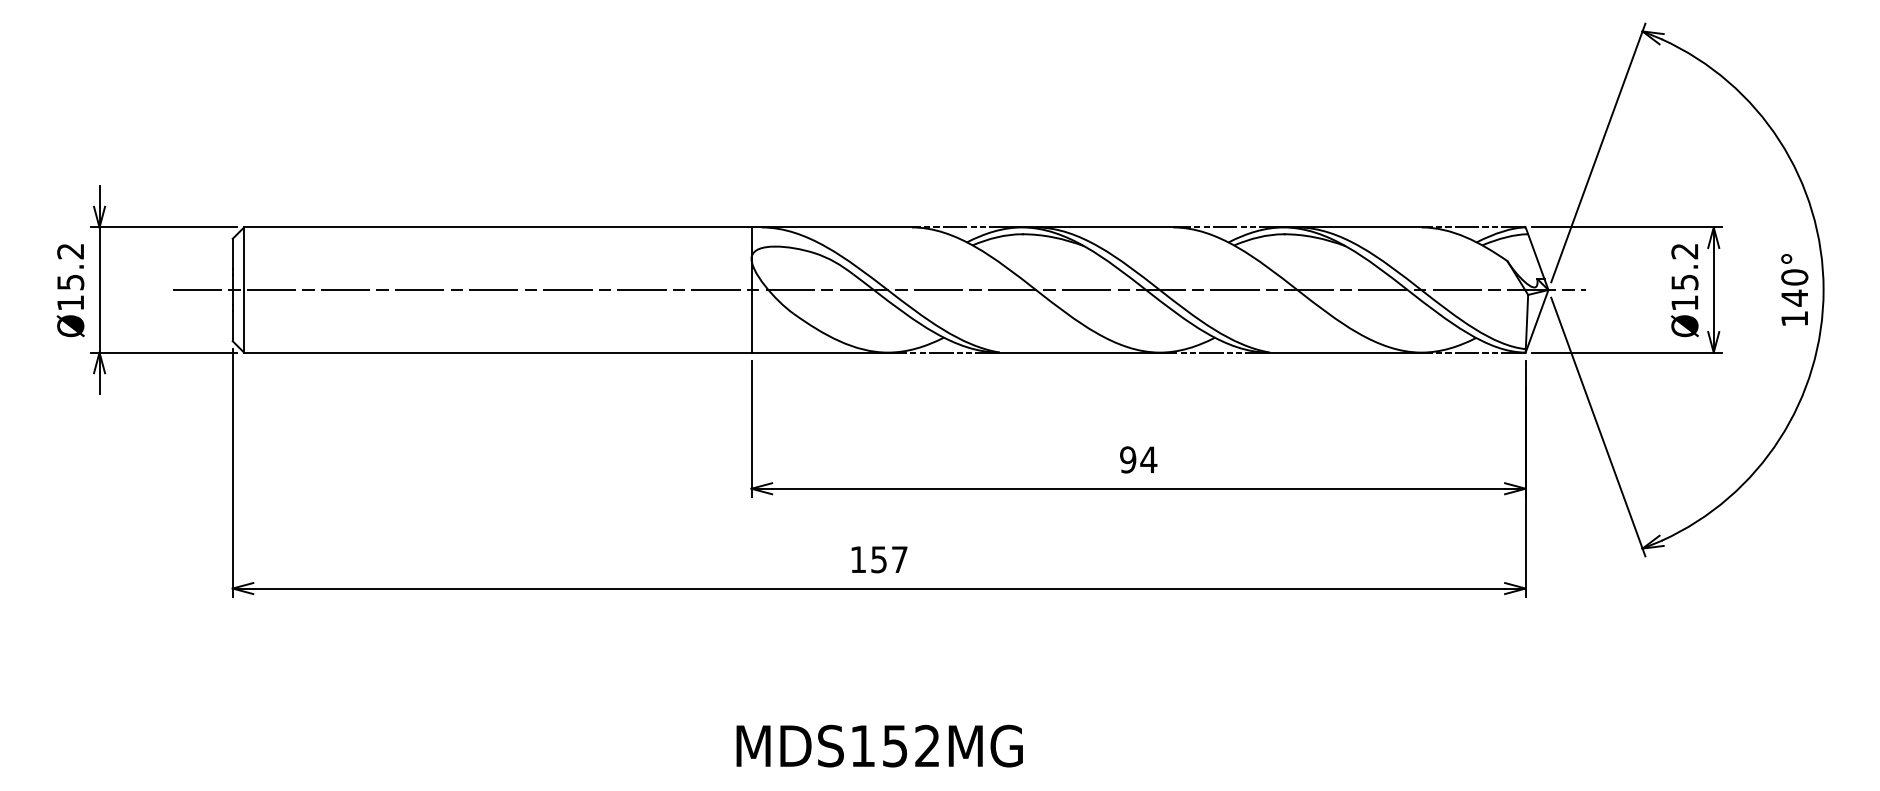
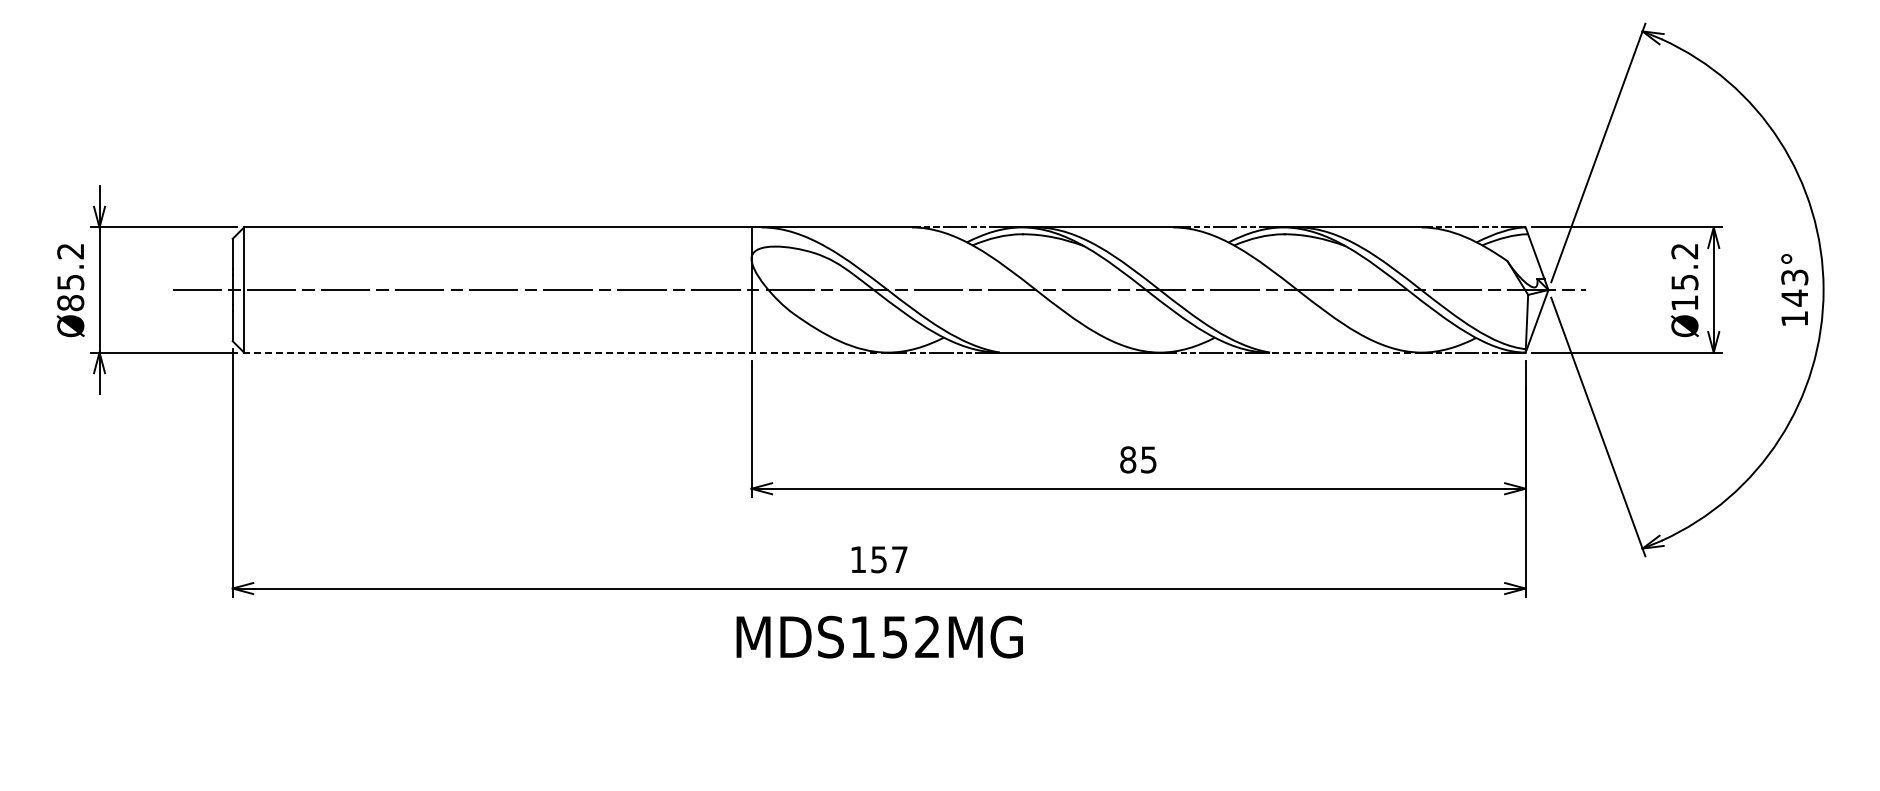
text at (1794, 277): 140° -> 143°
text at (70, 303): Ø15.2 -> Ø85.2
line at (566, 352): solid -> dashed
line at (1345, 352): solid -> dashed
text at (1138, 459): 94 -> 85
text at (879, 745) position: (879, 745) -> (879, 636)
